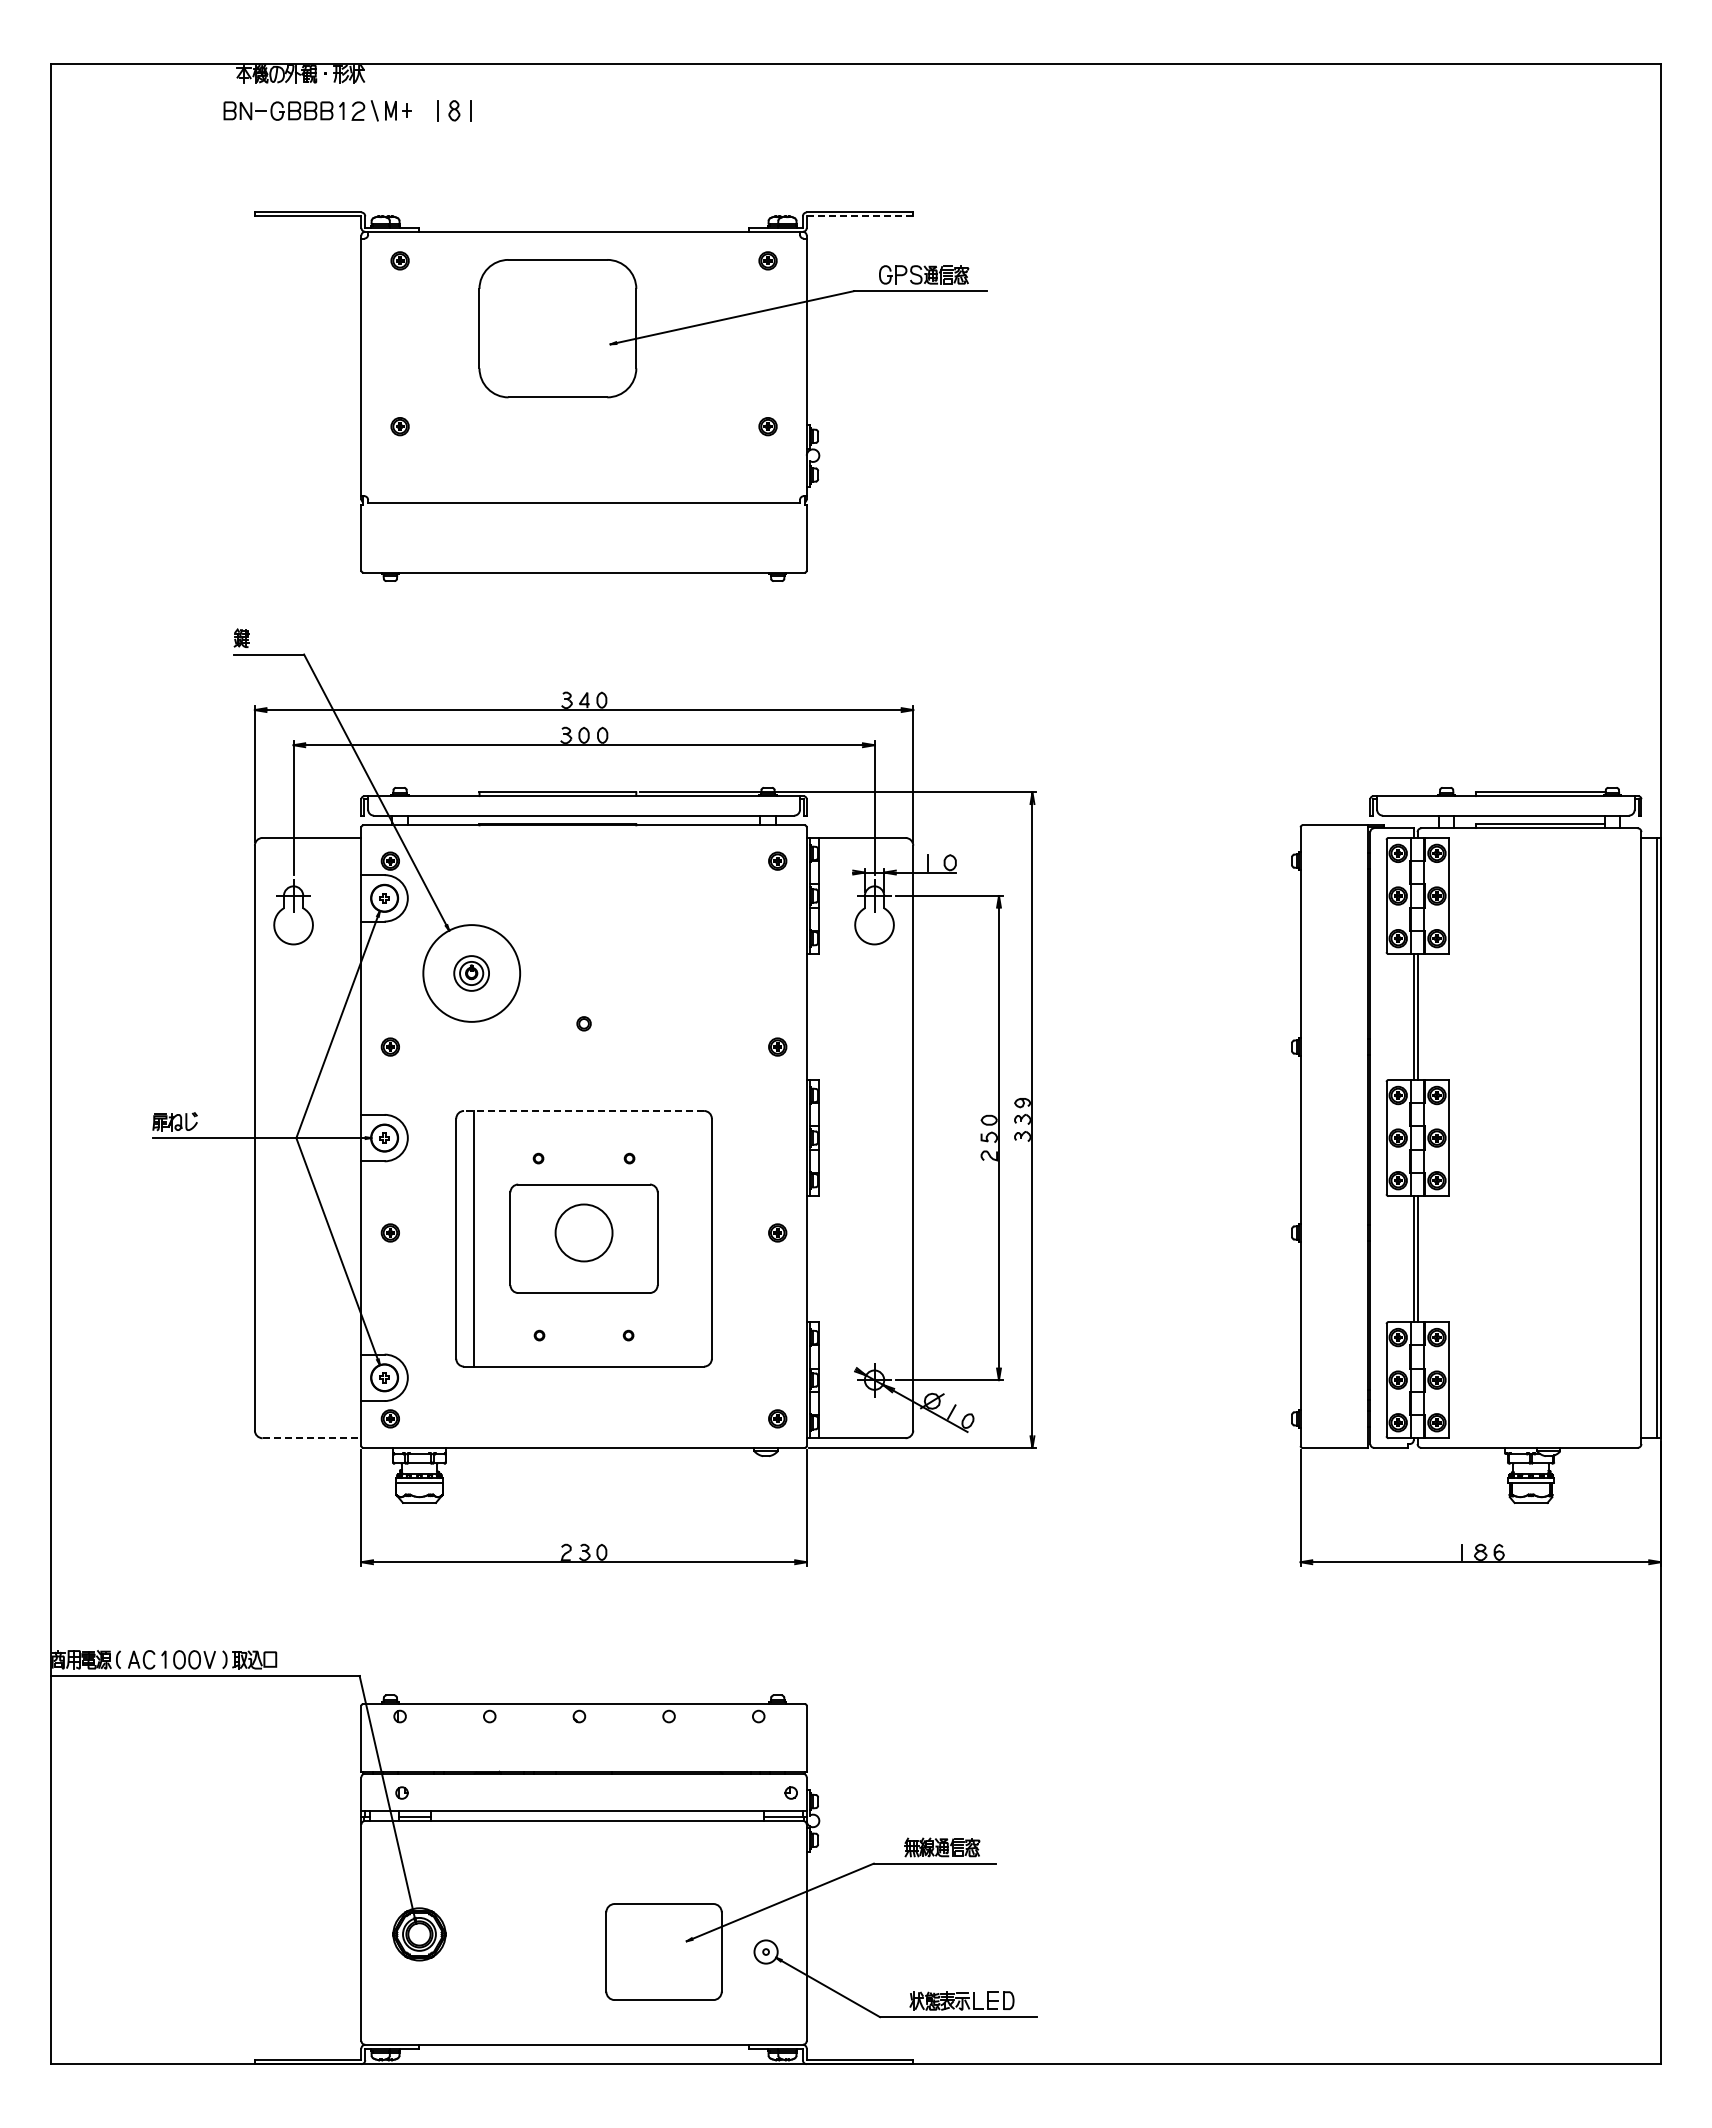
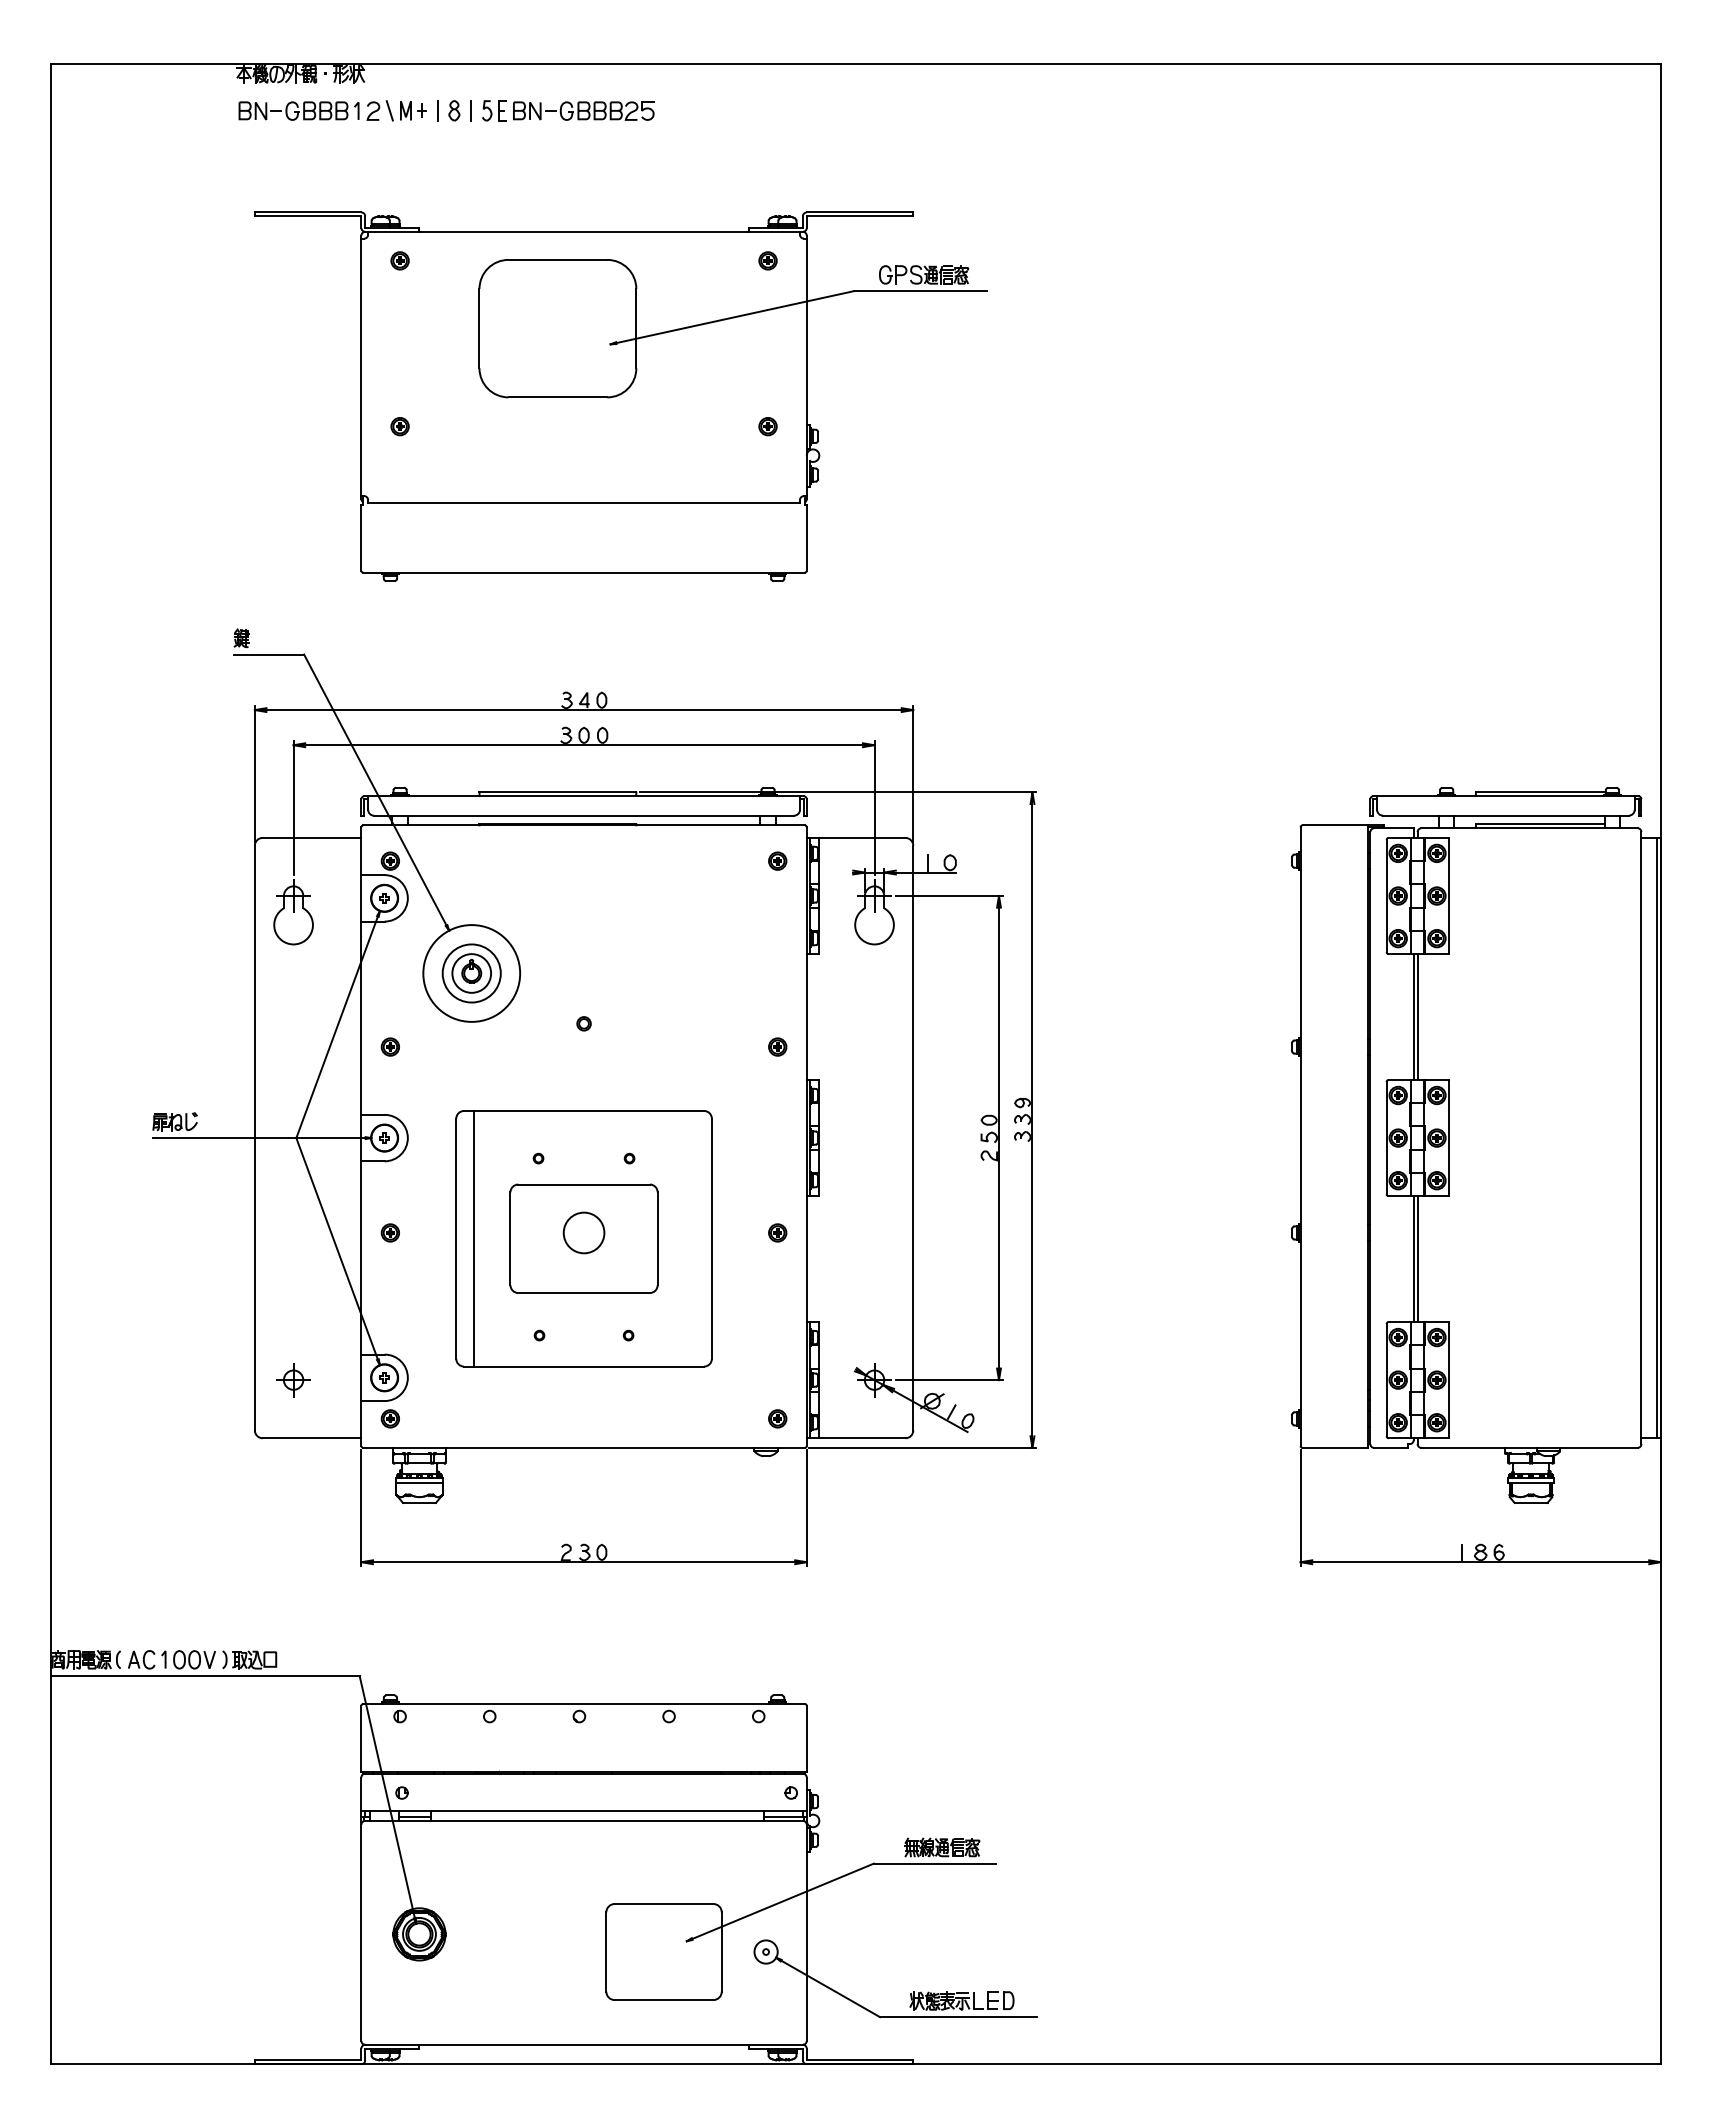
part at (317, 110) position: (317, 110) -> (332, 110)
part at (568, 110): none -> present
line at (860, 216): dashed -> solid
part at (471, 973) size: 37x37 px -> 61x61 px
line at (583, 1110): dashed -> solid
circle at (583, 1232) diameter: 57 px -> 41 px
part at (293, 1380): none -> present
line at (312, 1438): dashed -> solid
